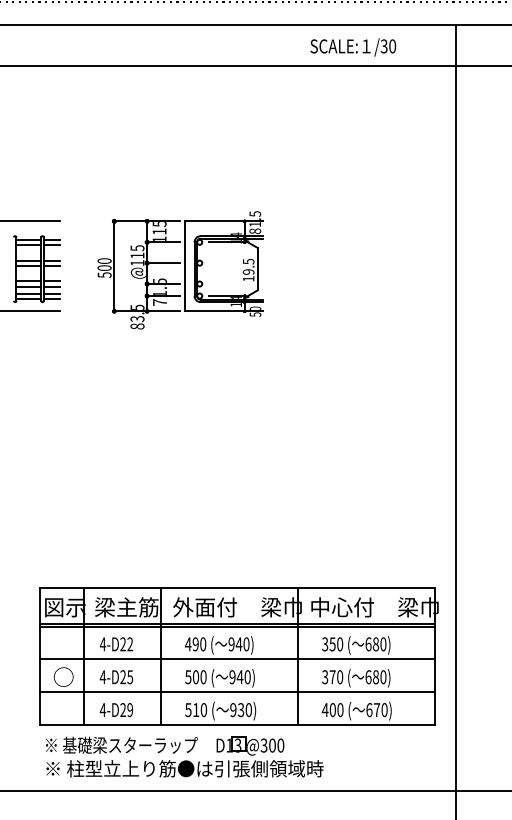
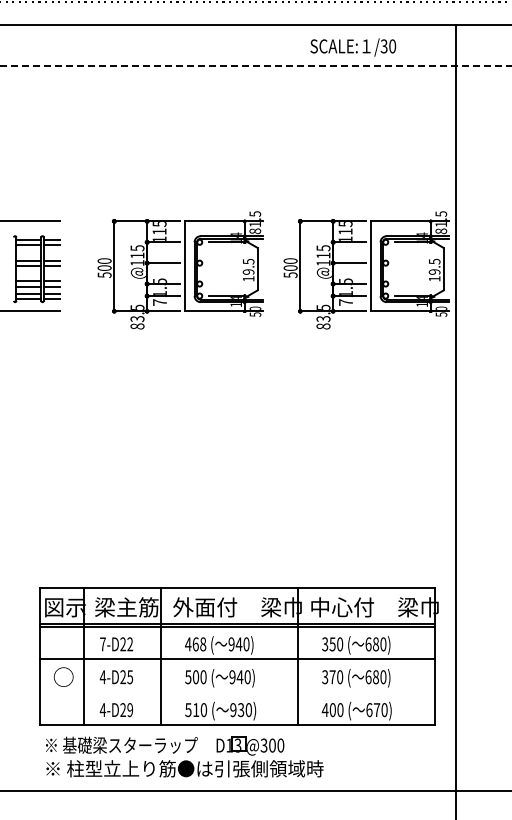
line at (256, 65): solid -> dashed
part at (366, 270): none -> present
text at (102, 644): 4-D22 -> 7-D22
text at (199, 644): 490 -> 468
line at (237, 692): present -> none
